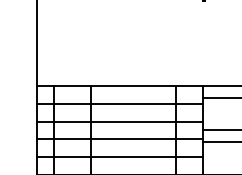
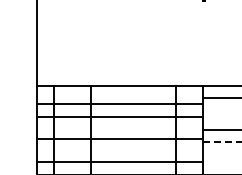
line at (119, 121) position: (119, 121) -> (119, 116)
line at (222, 142): solid -> dashed
line at (119, 157) position: (119, 157) -> (119, 162)
